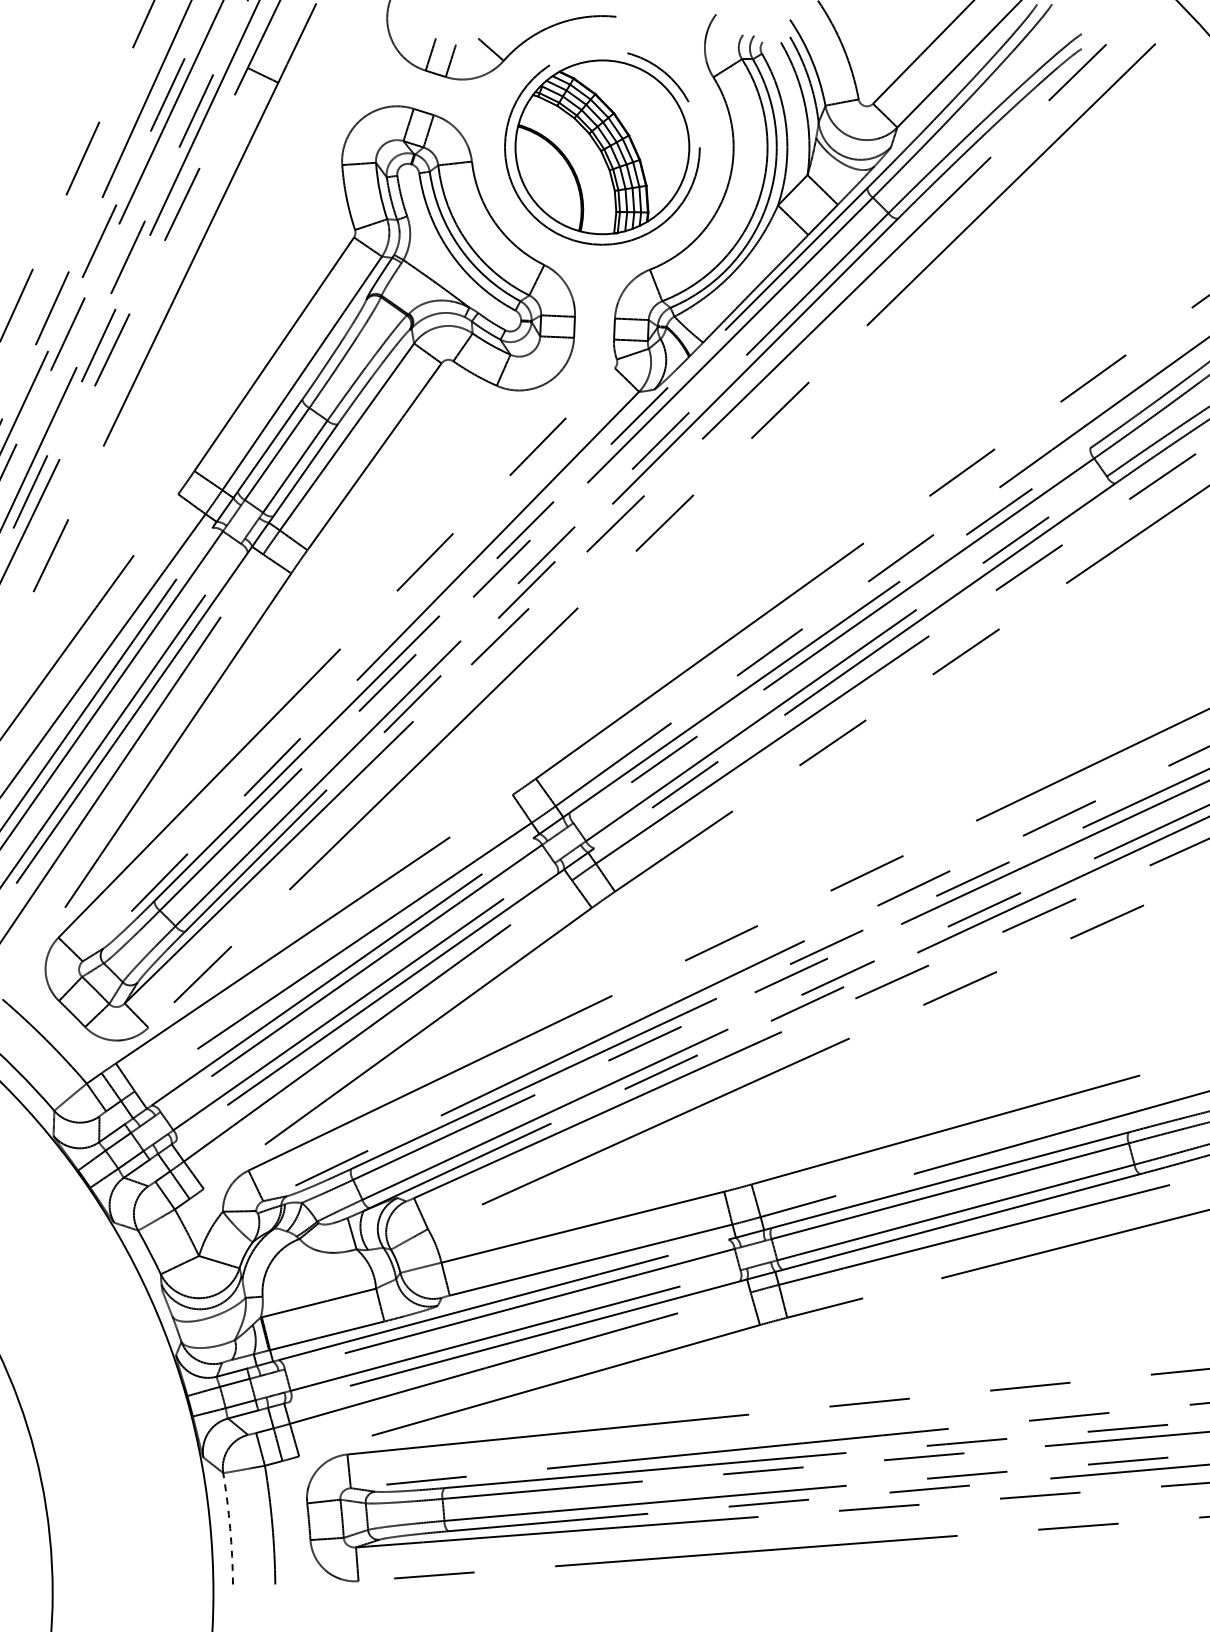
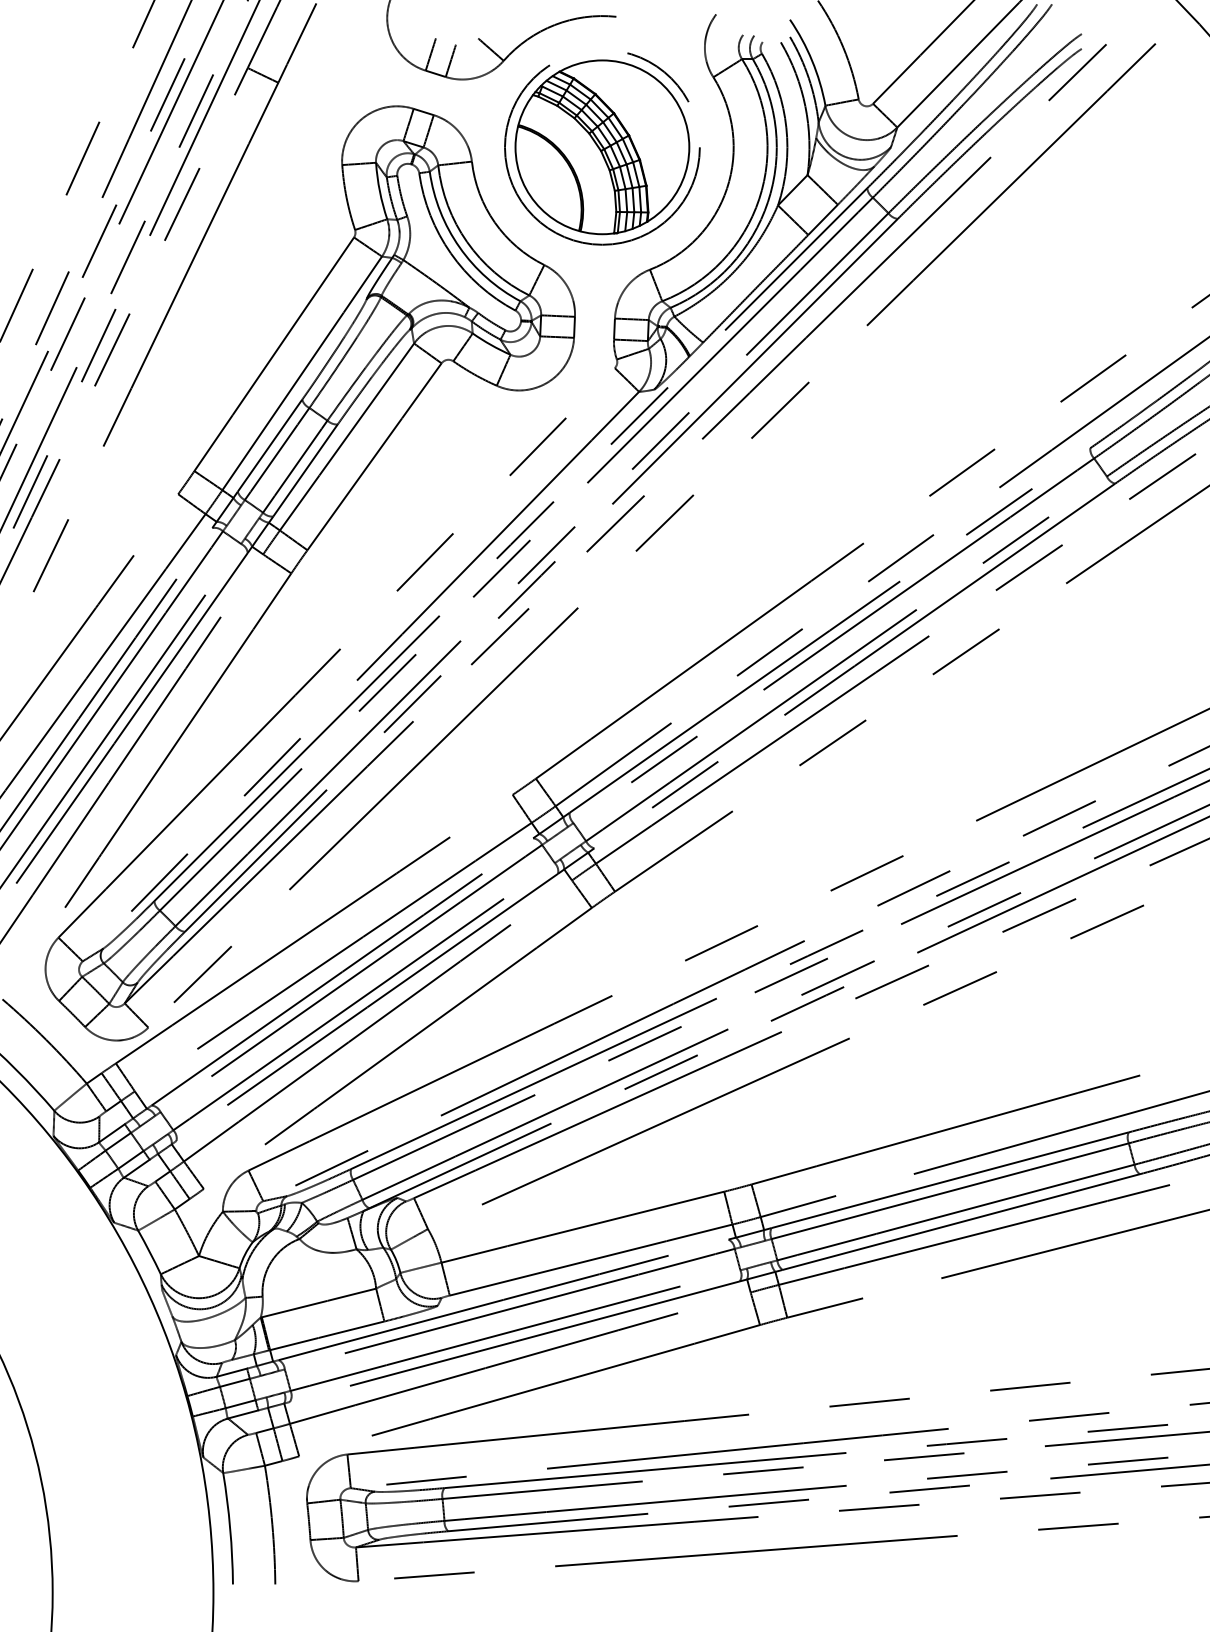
arc at (230, 1528): dashed -> solid
